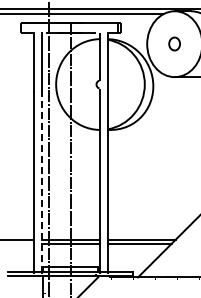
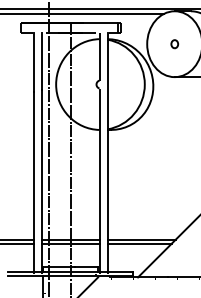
part at (174, 43) size: 13x16 px -> 10x11 px
line at (41, 181): dashed -> solid
line at (17, 243): none -> present
